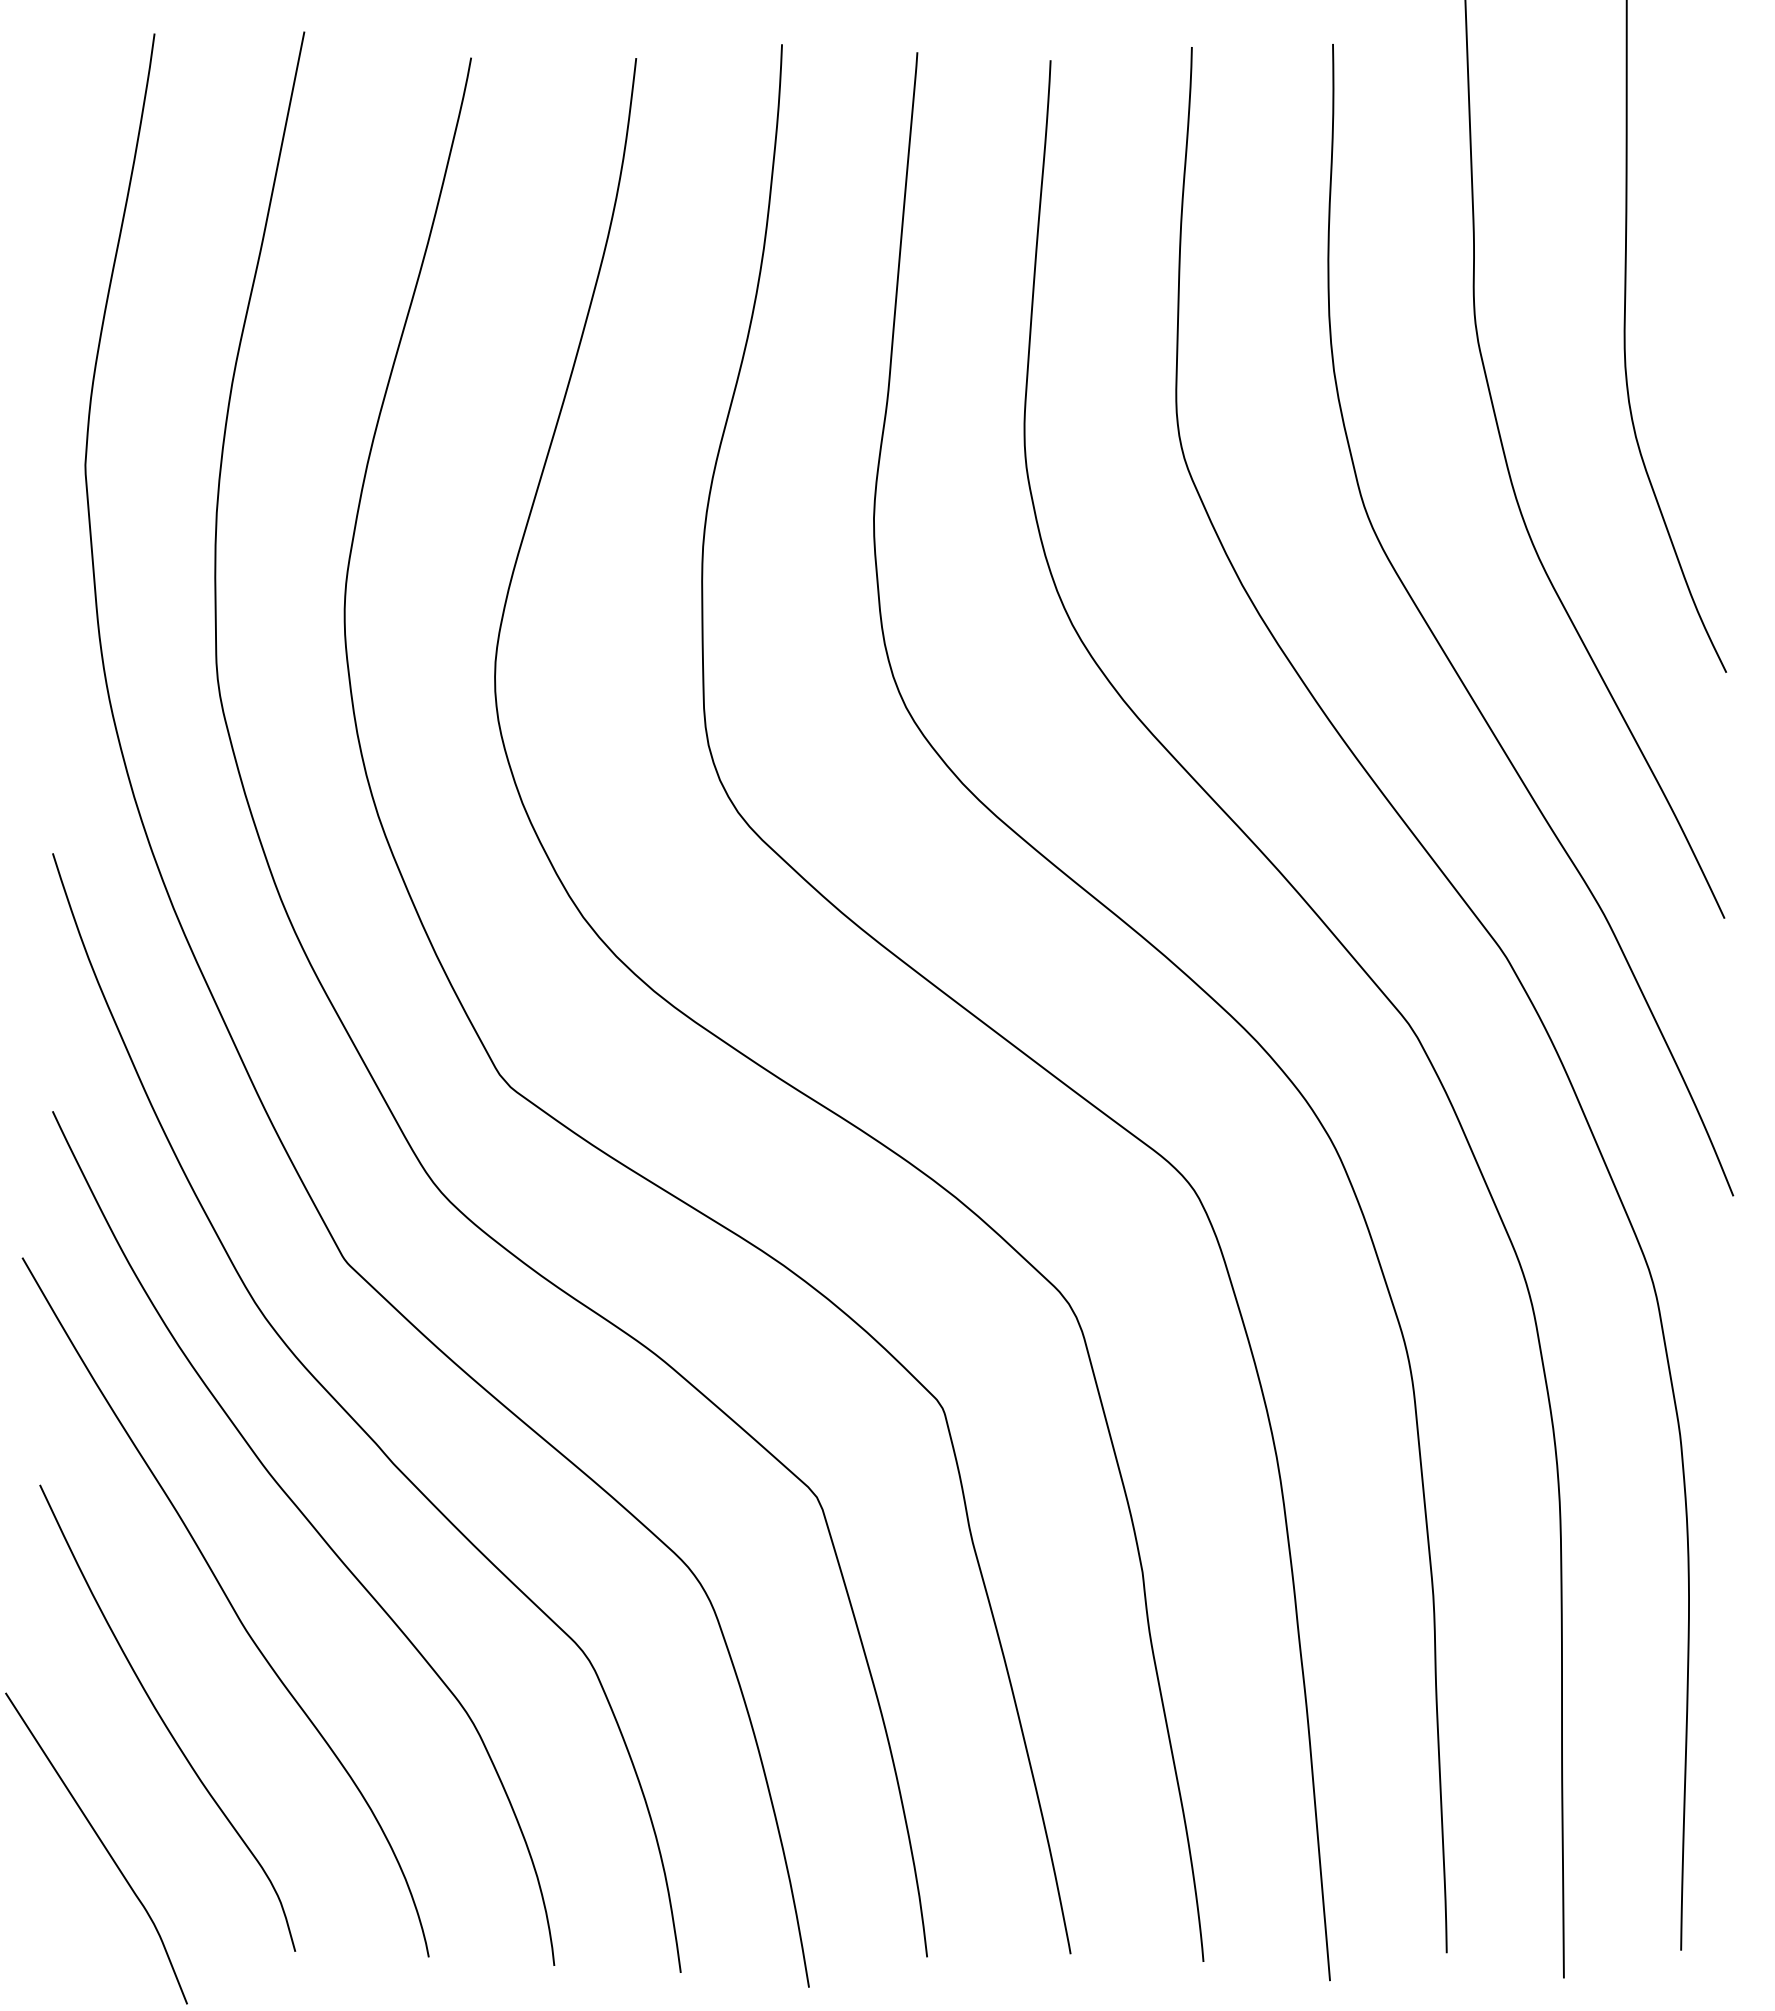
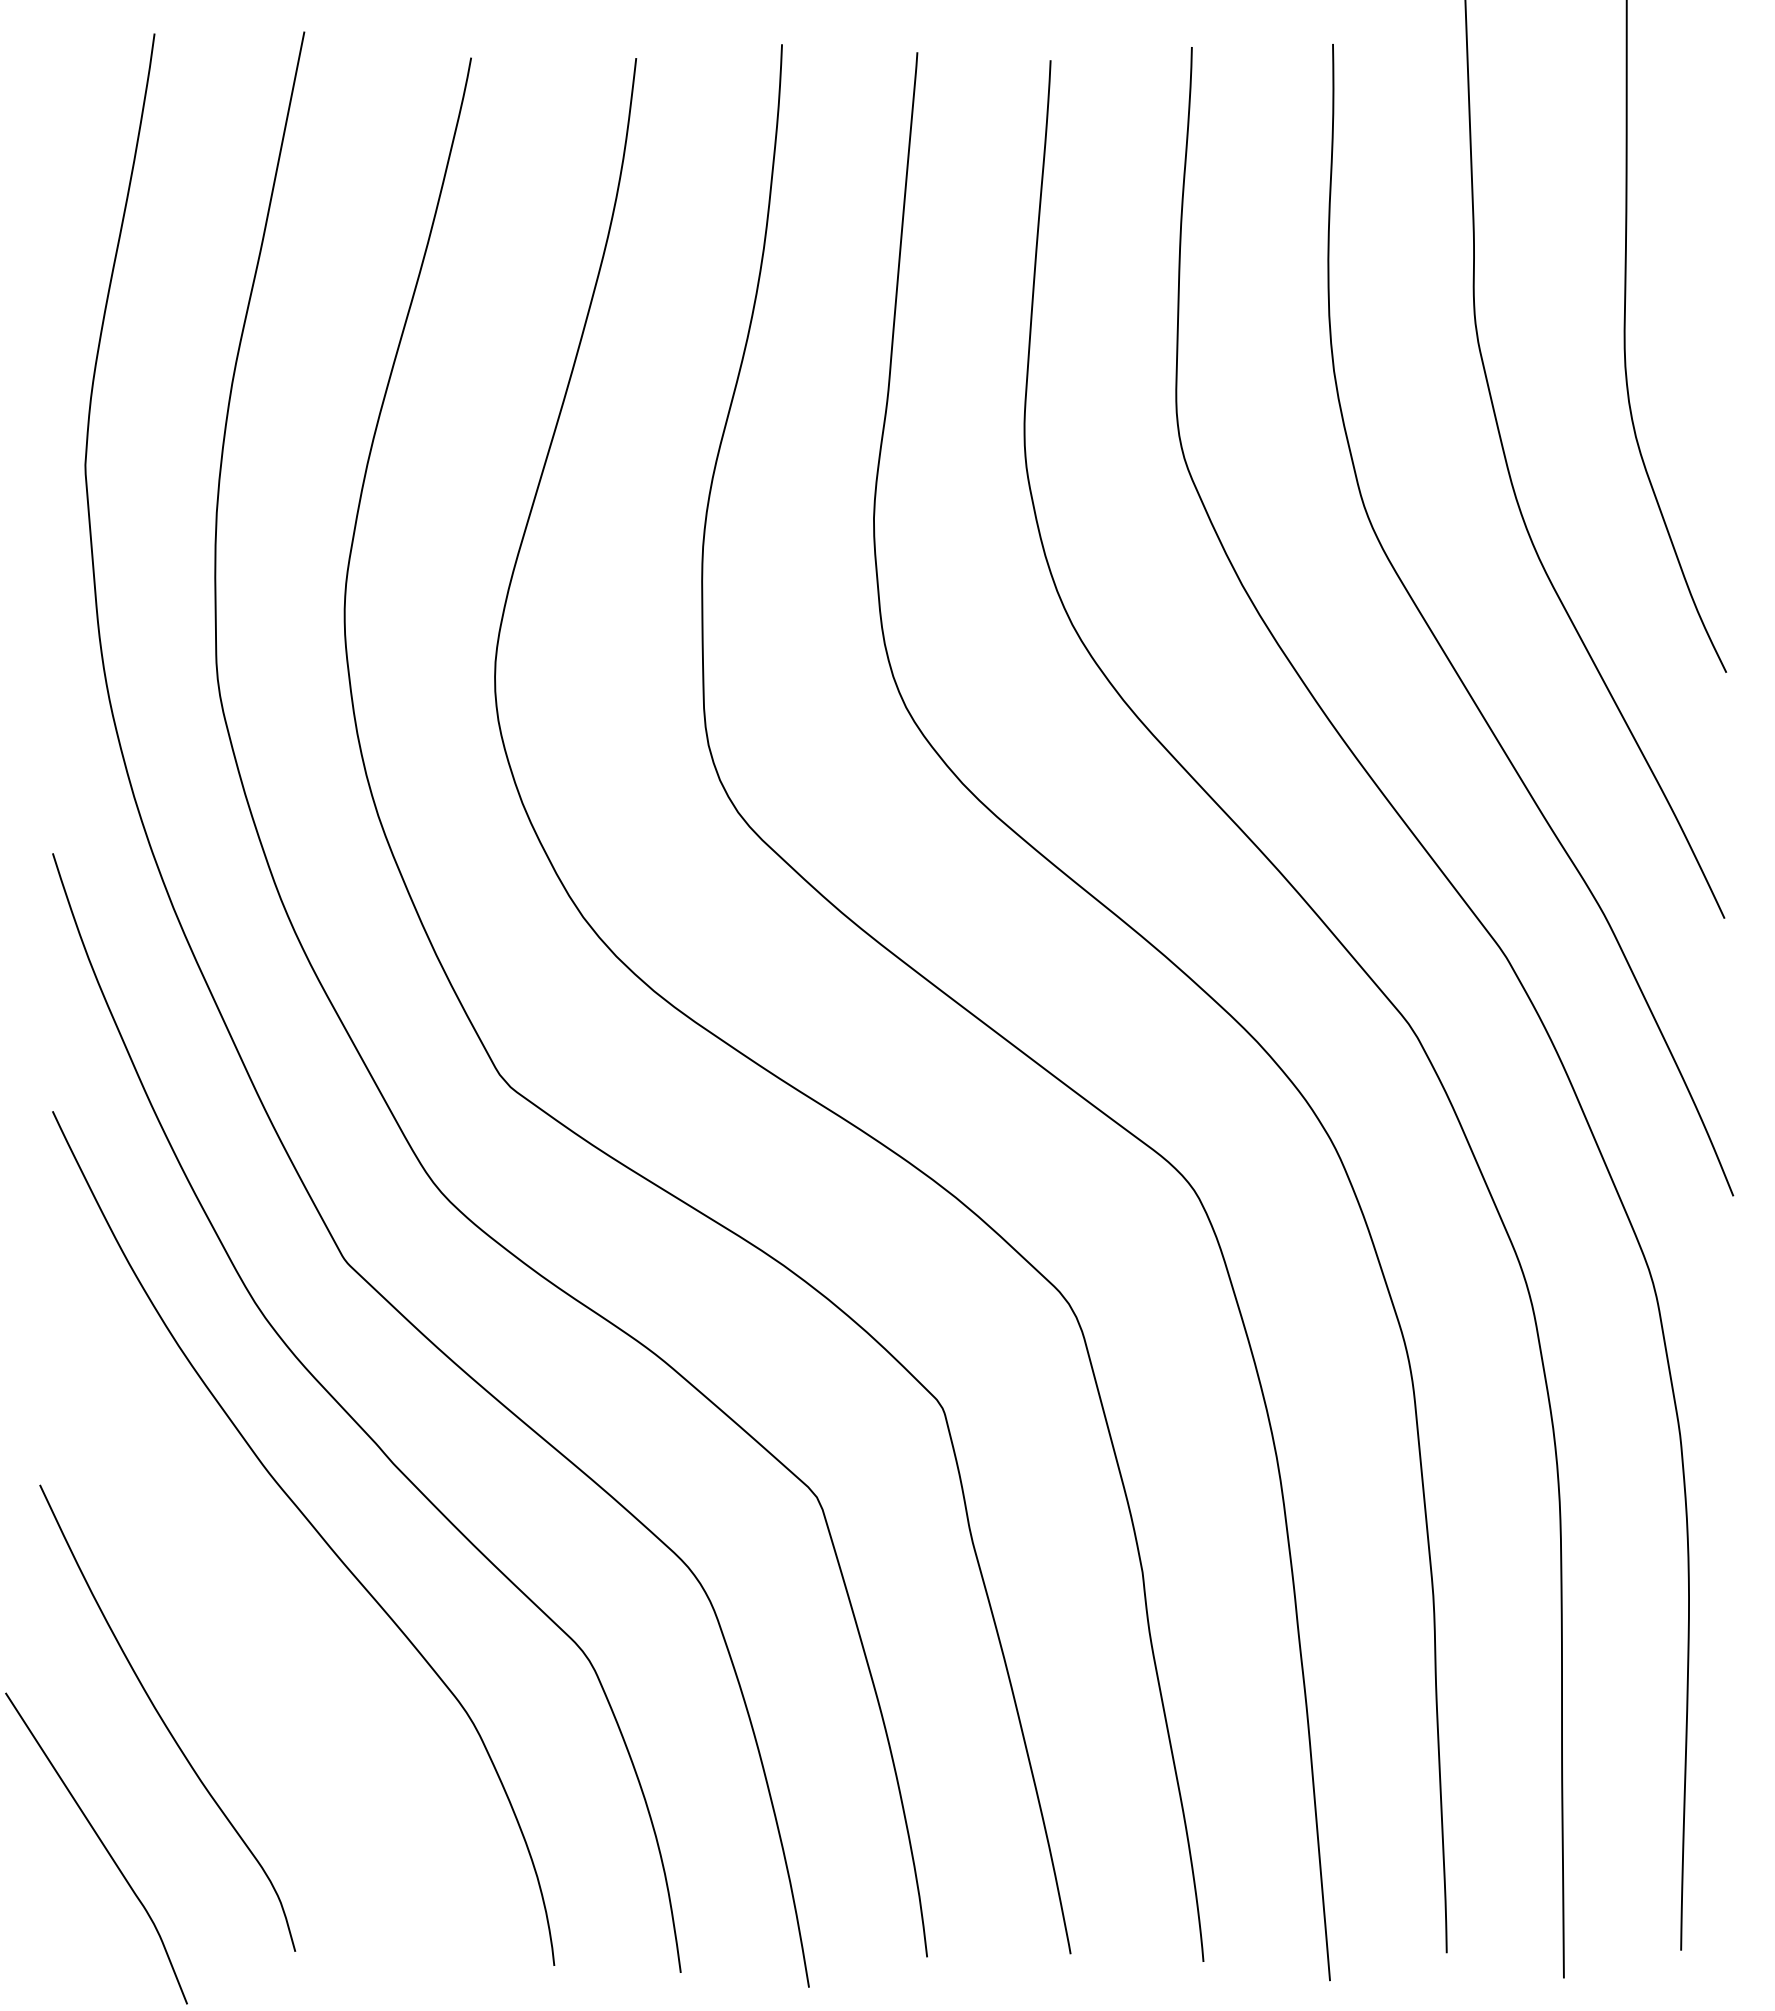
curve at (229, 1604): present -> none
